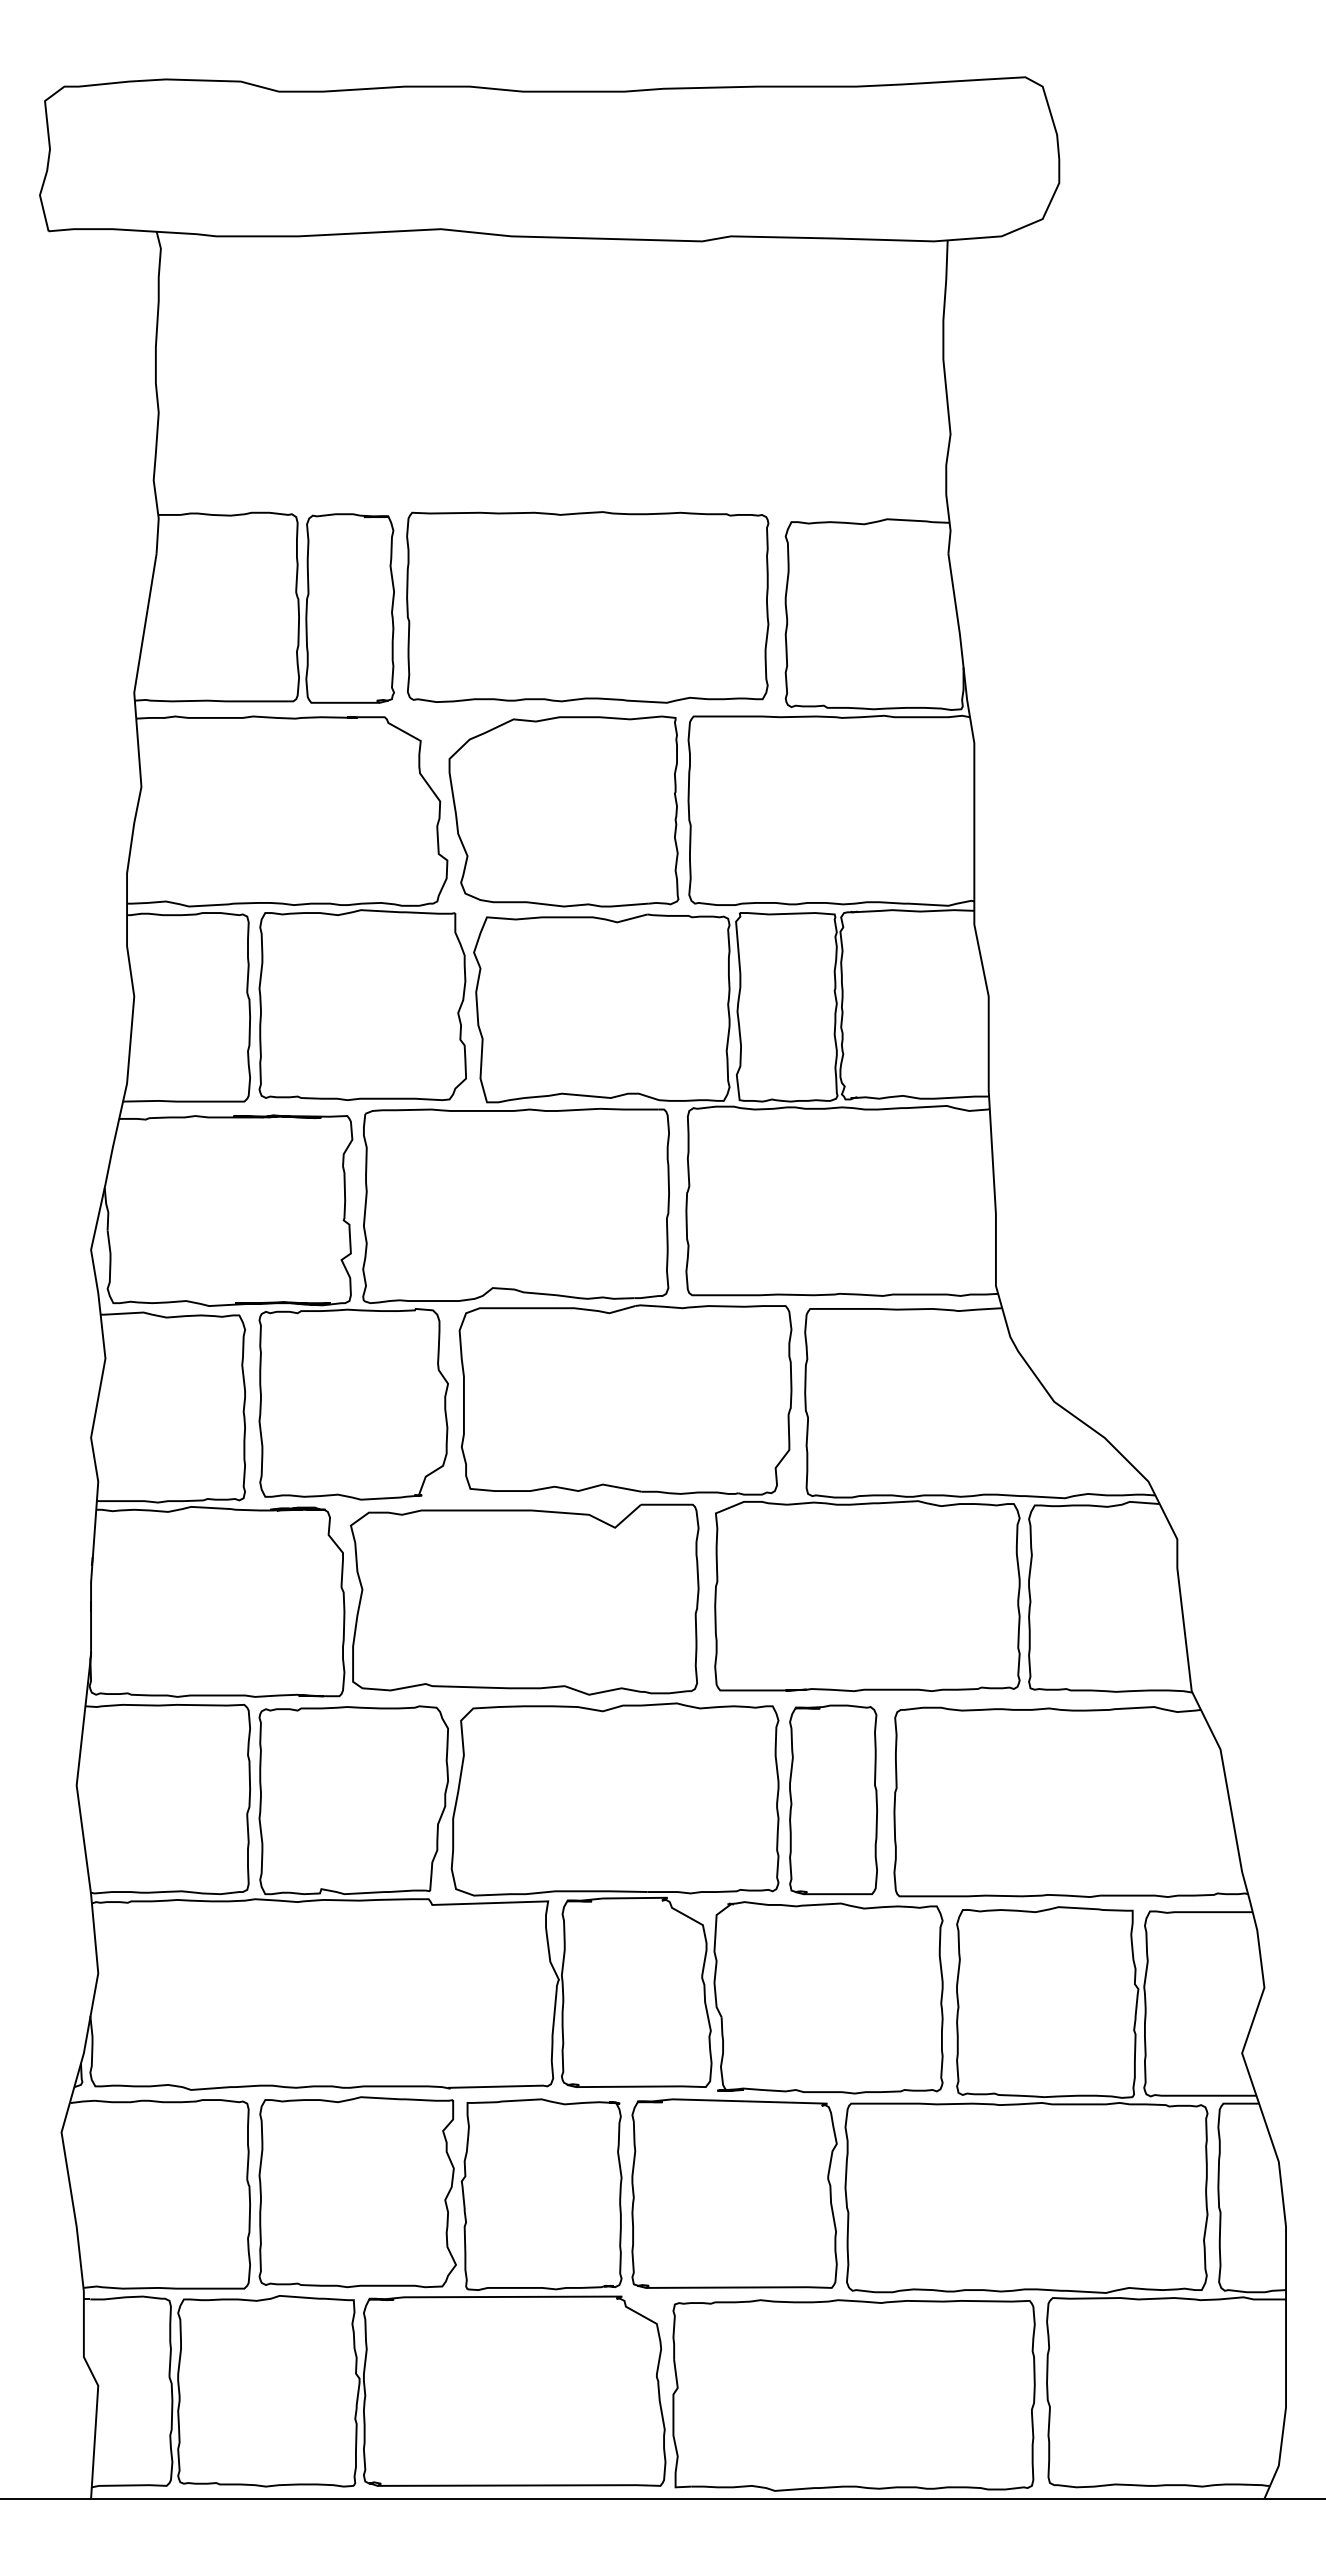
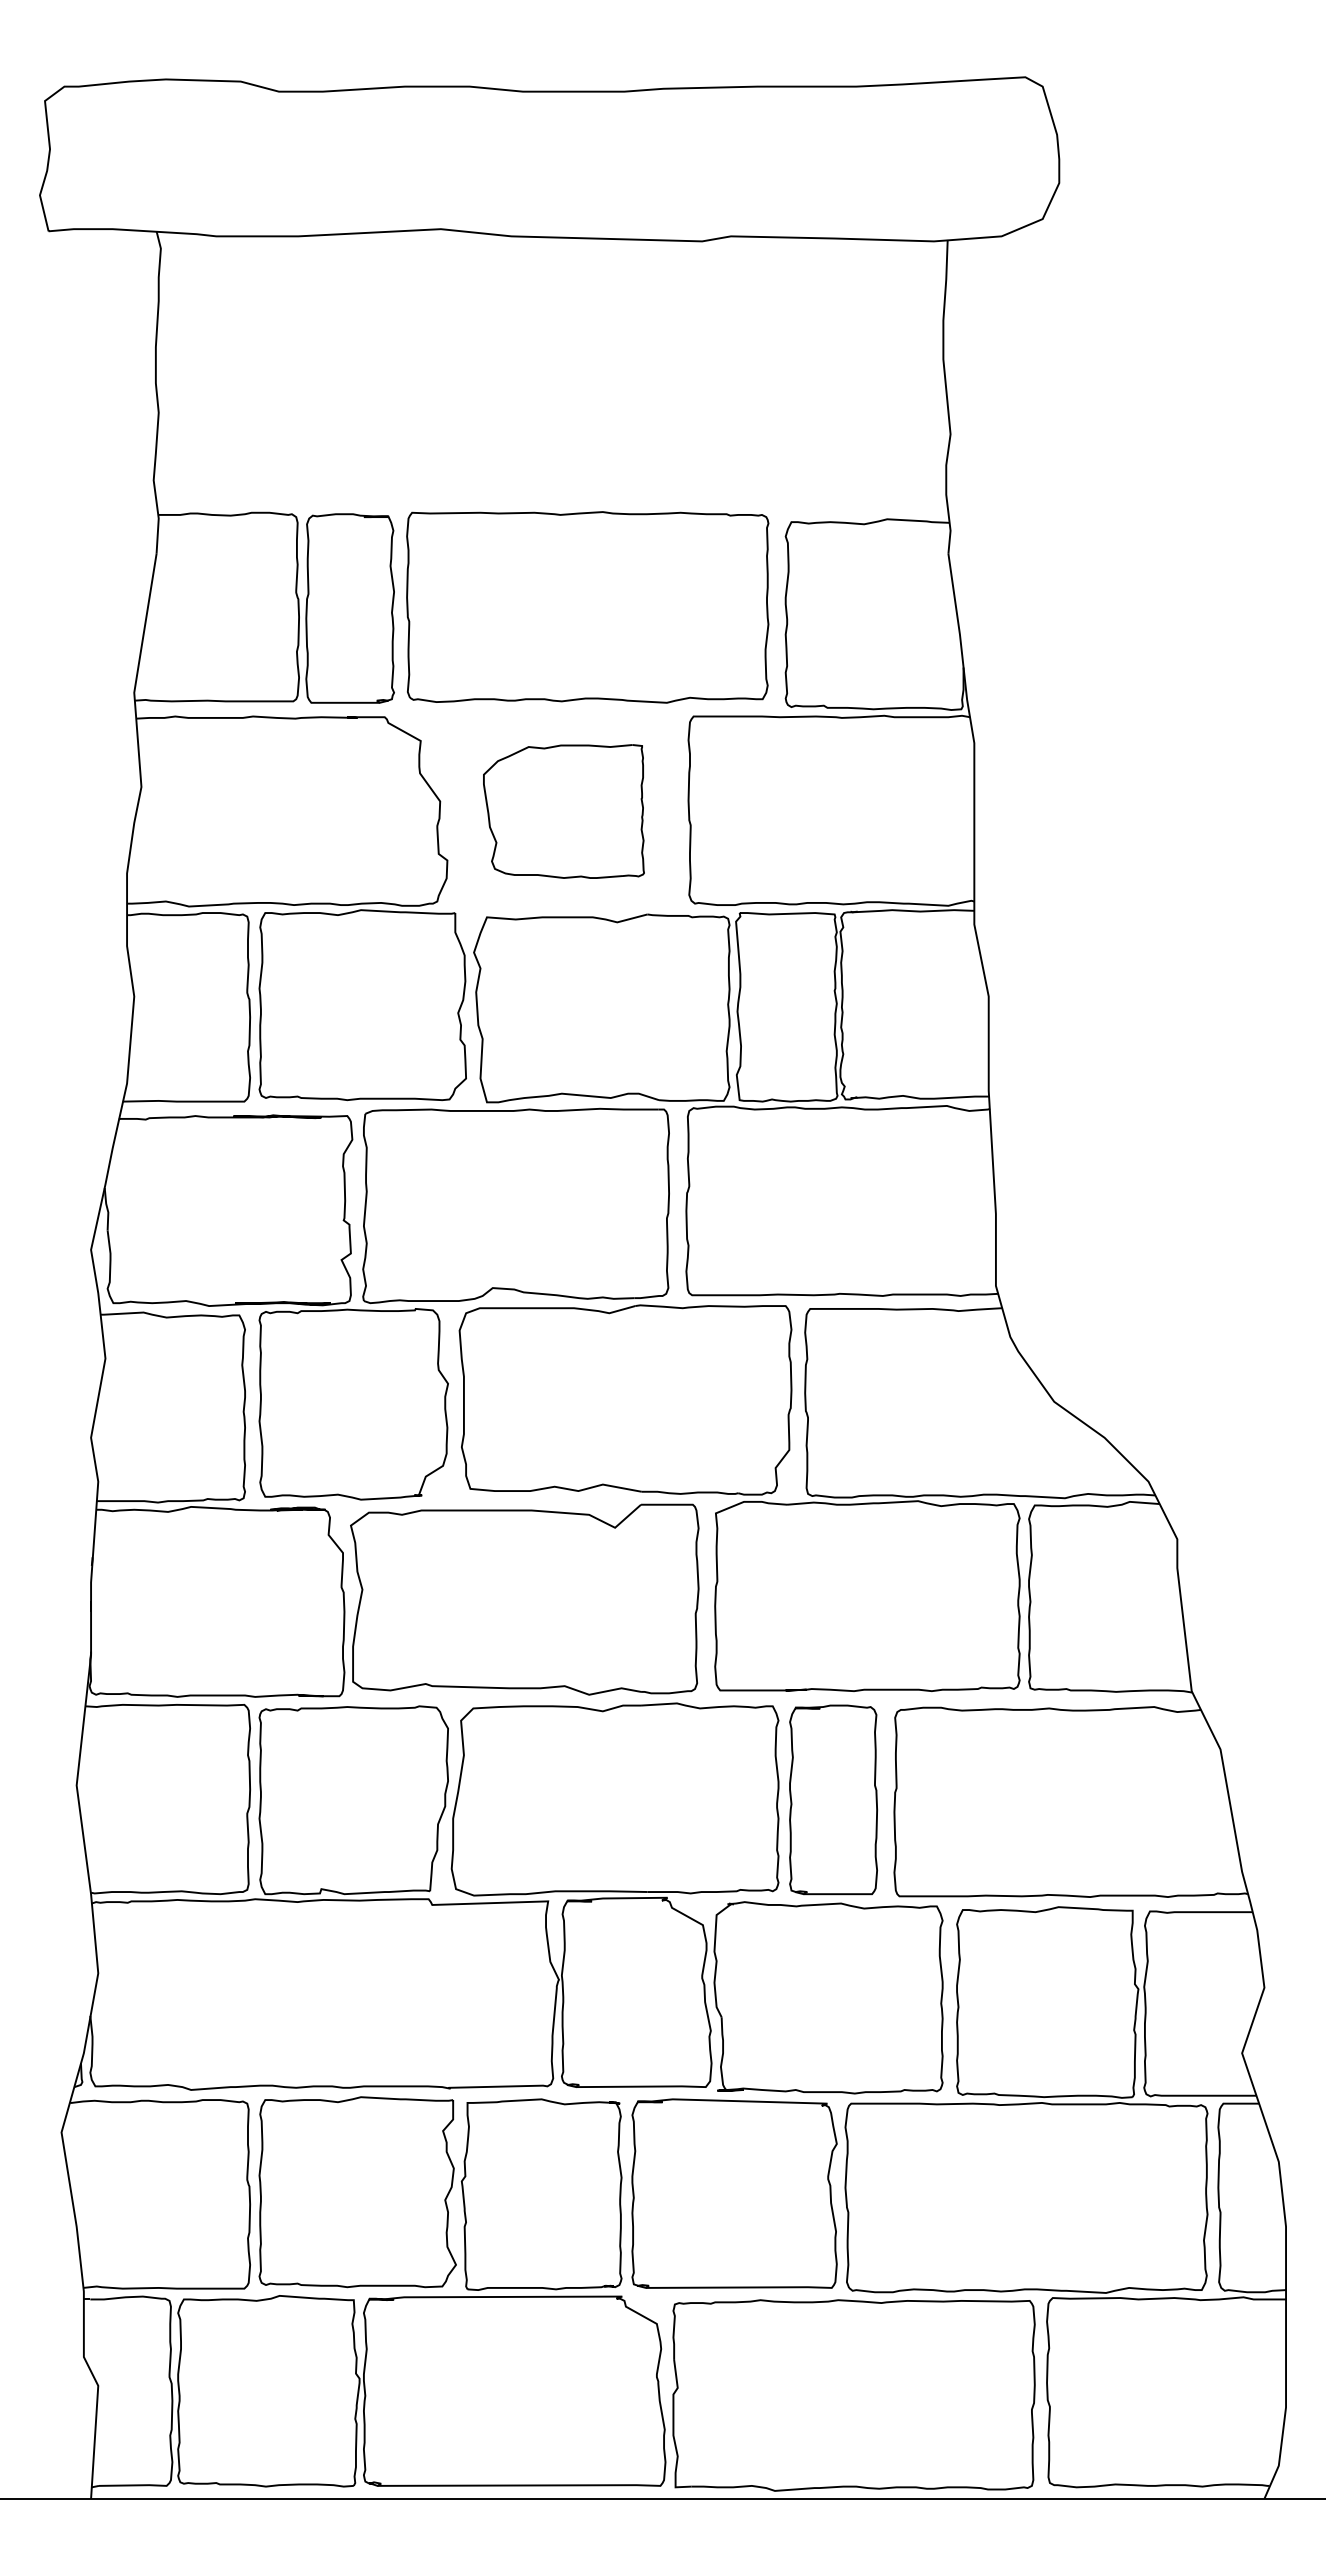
part at (563, 811) size: 232x193 px -> 162x135 px
